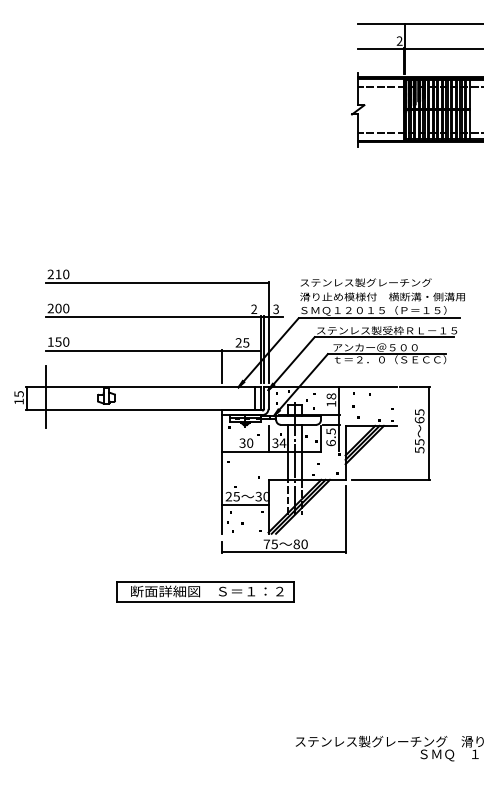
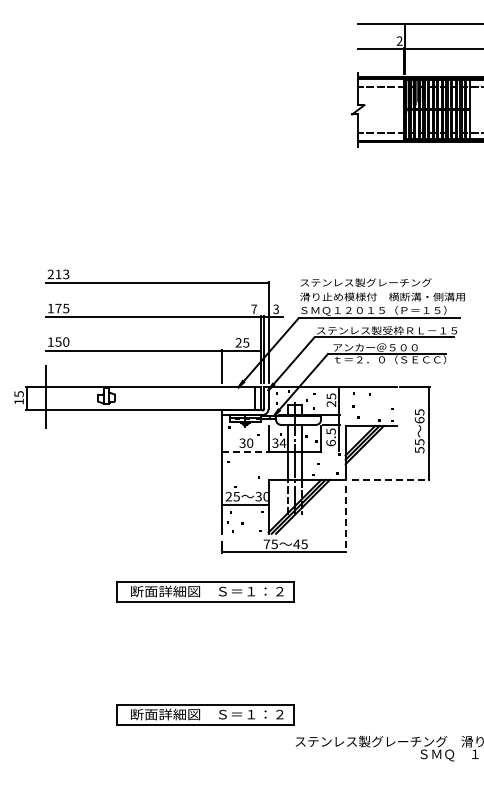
text at (66, 274): 210 -> 213
text at (58, 308): 200 -> 175
text at (254, 308): 2 -> 7
text at (331, 400): 18 -> 25
line at (245, 451): solid -> dashed
line at (391, 479): solid -> dashed
line at (345, 519): solid -> dashed
text at (300, 544): 80 -> 45
part at (205, 714): none -> present
